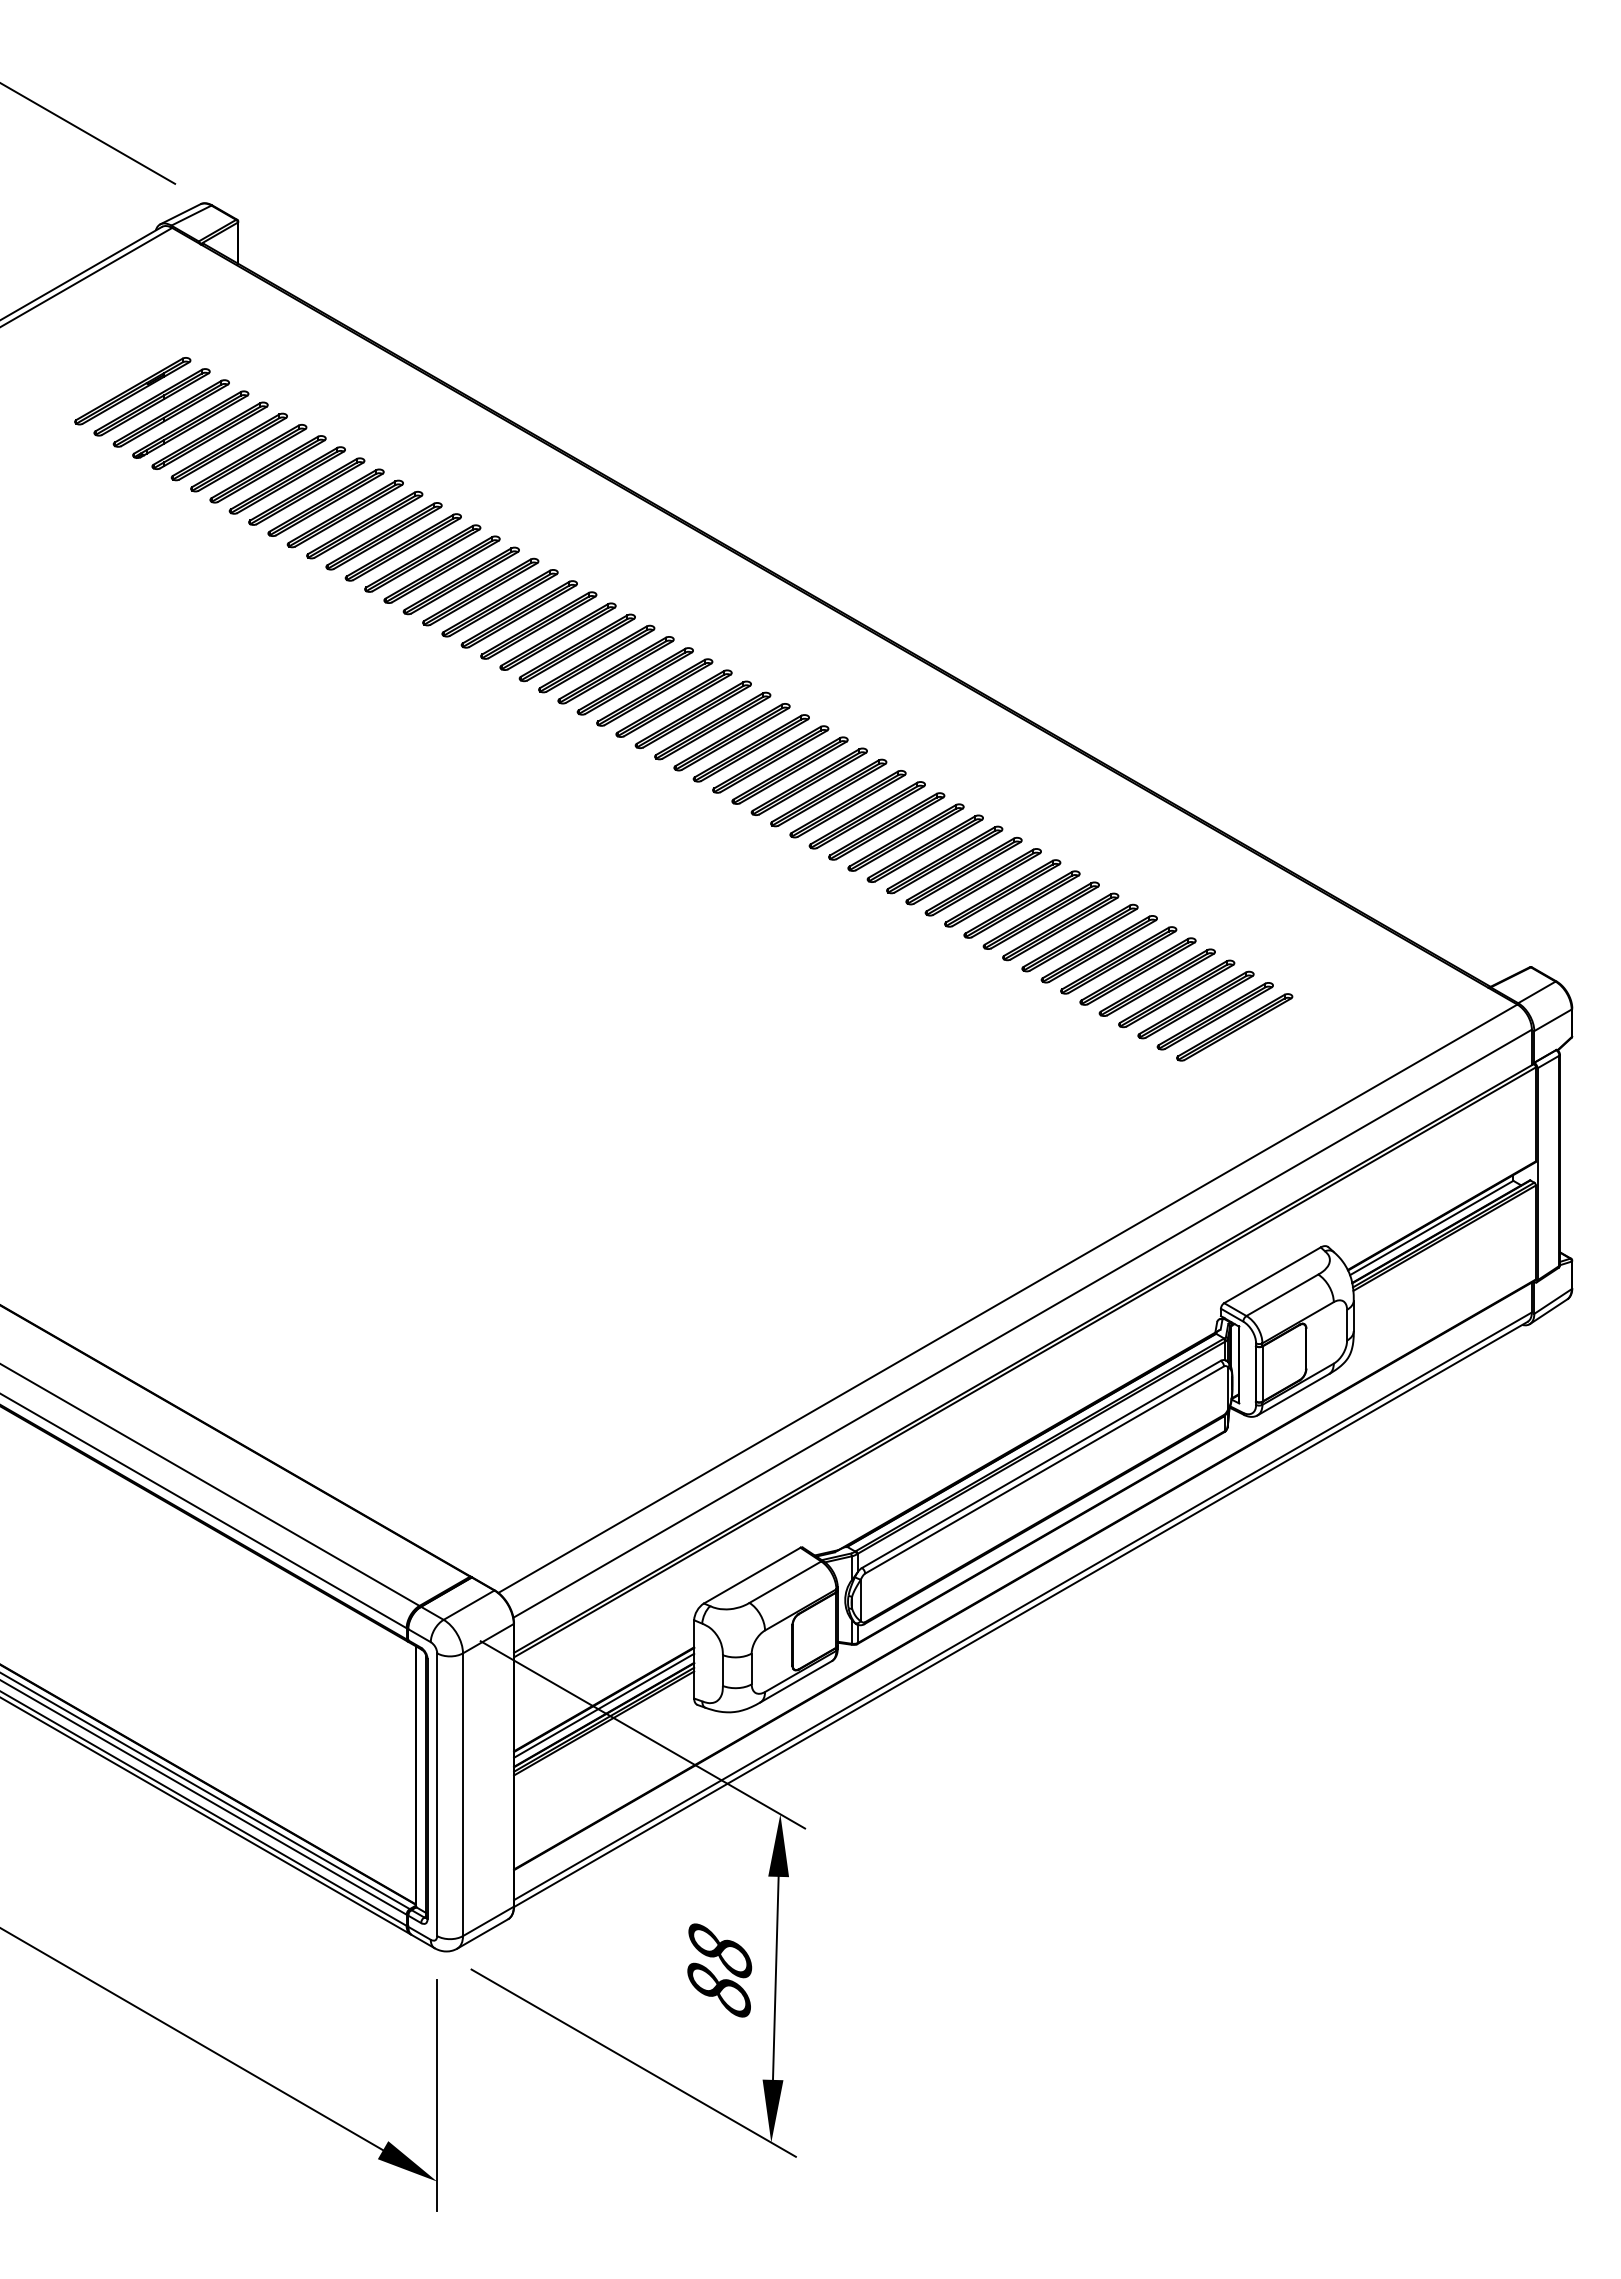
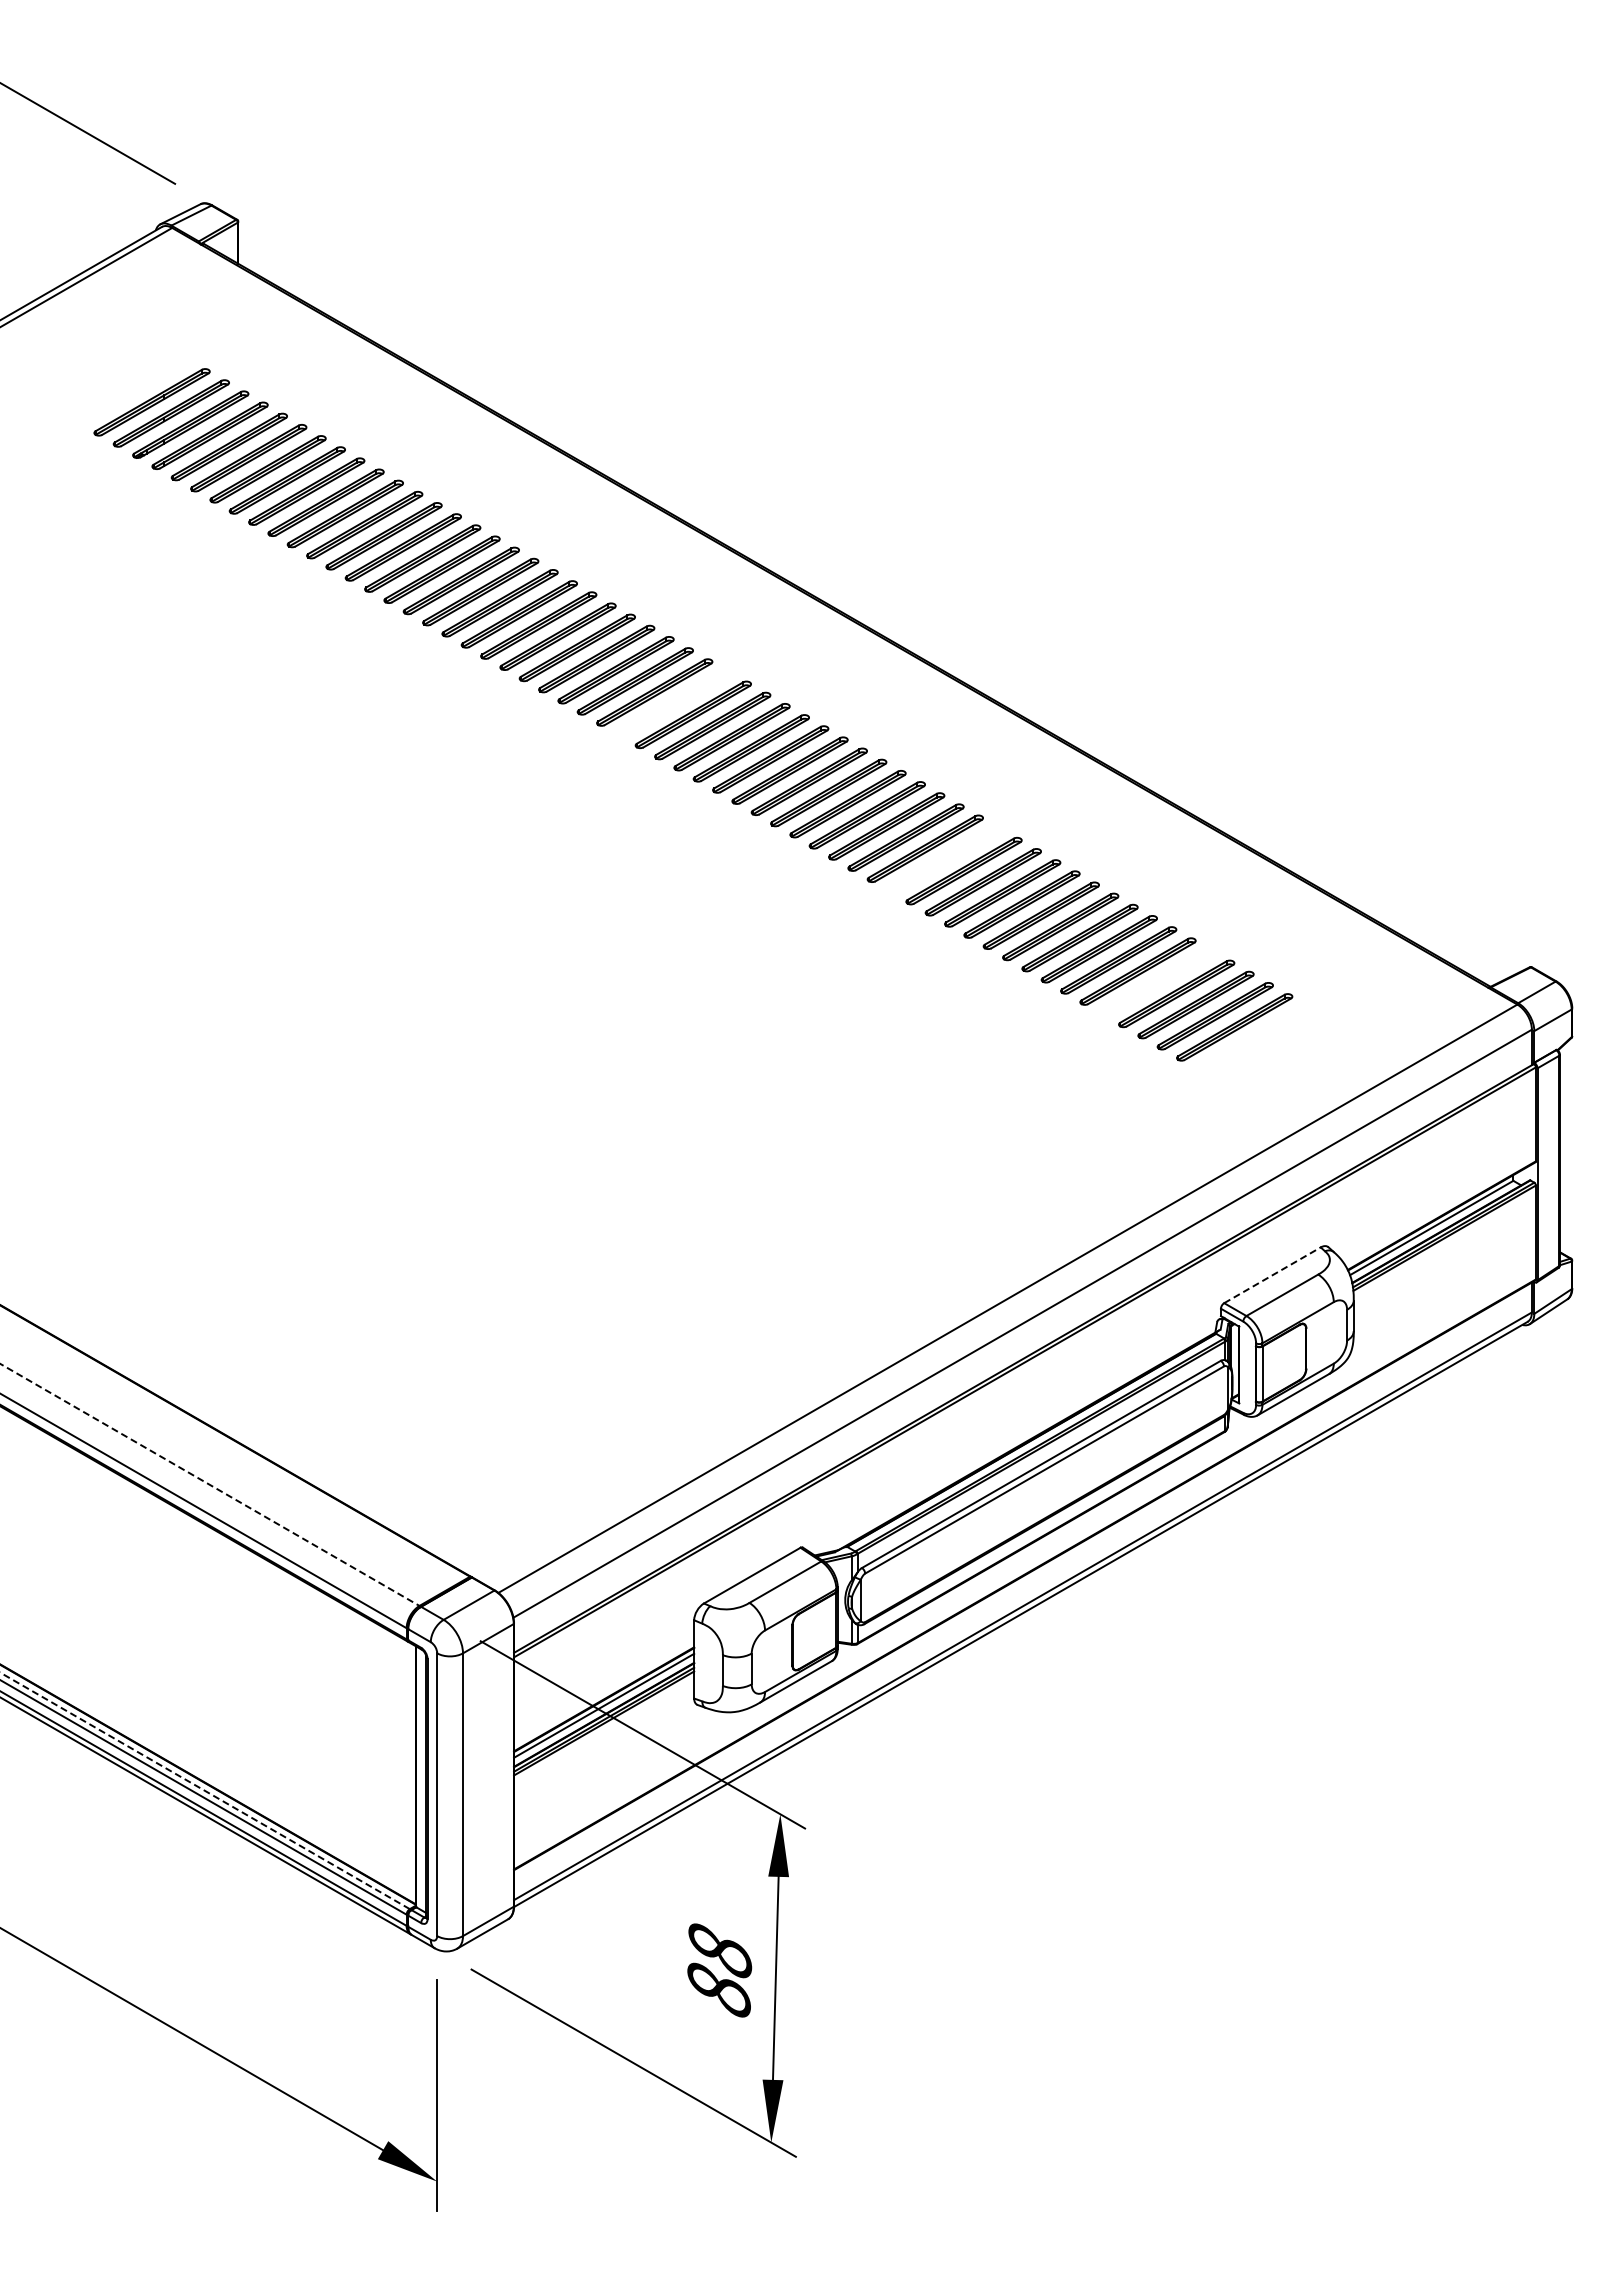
part at (132, 391): present -> none
part at (673, 703): present -> none
part at (944, 859): present -> none
part at (1156, 982): present -> none
line at (1272, 1275): solid -> dashed
line at (210, 1484): solid -> dashed
line at (204, 1790): solid -> dashed
